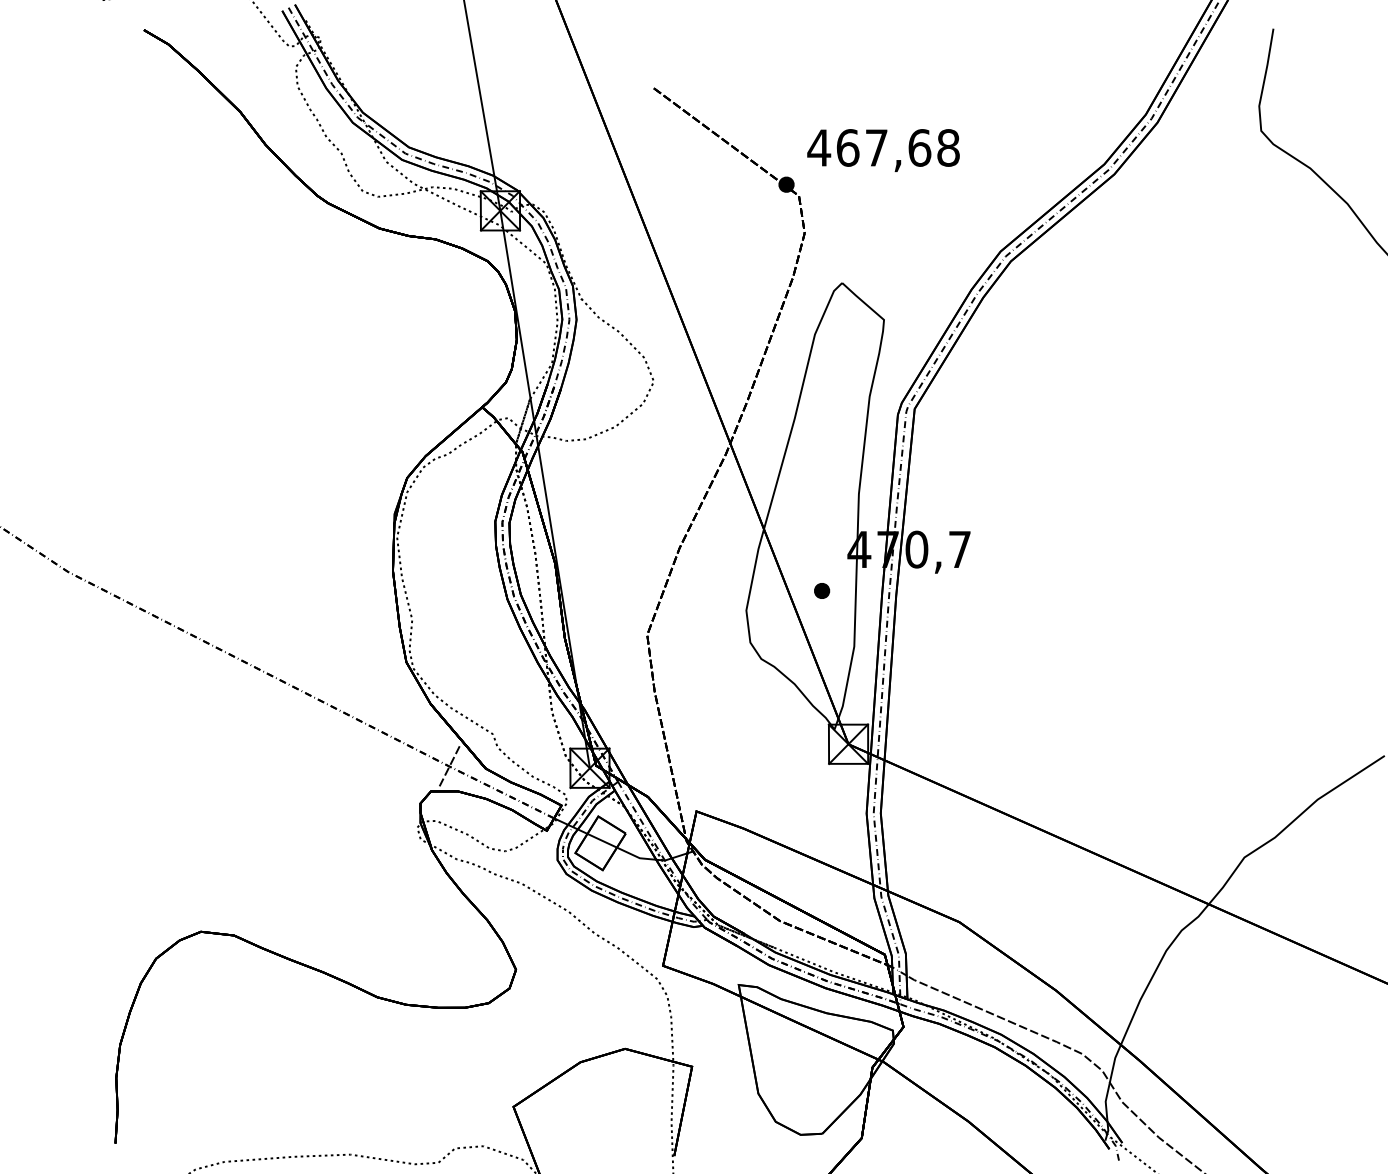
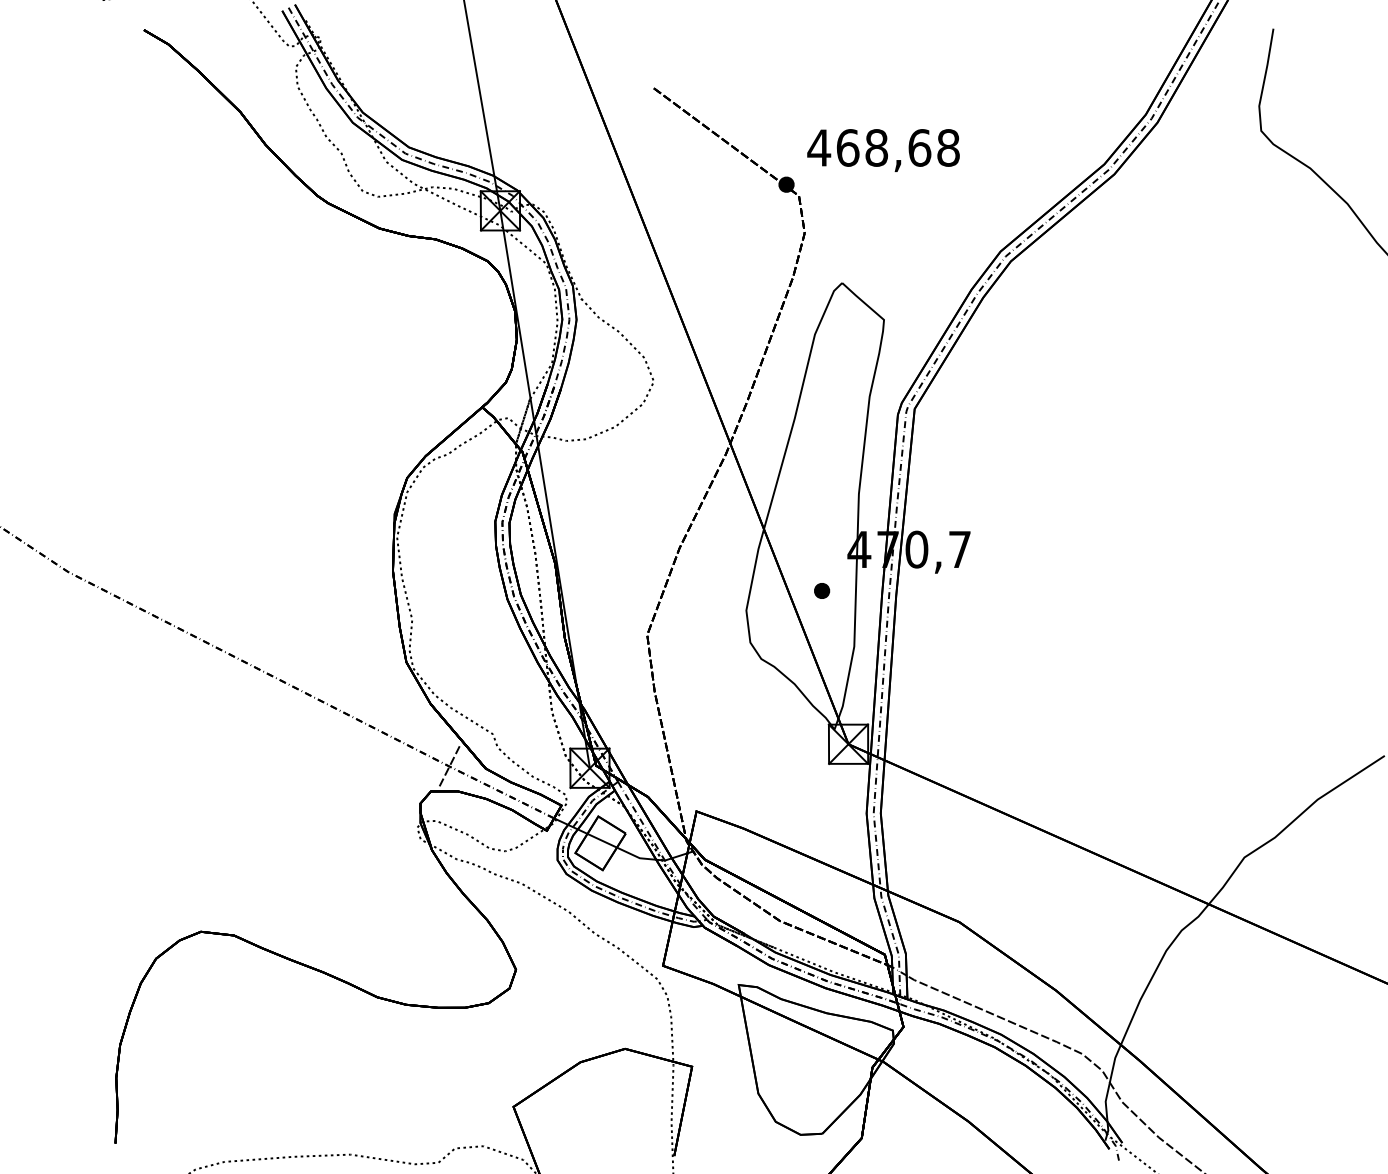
text at (876, 147): 467,68 -> 468,68
